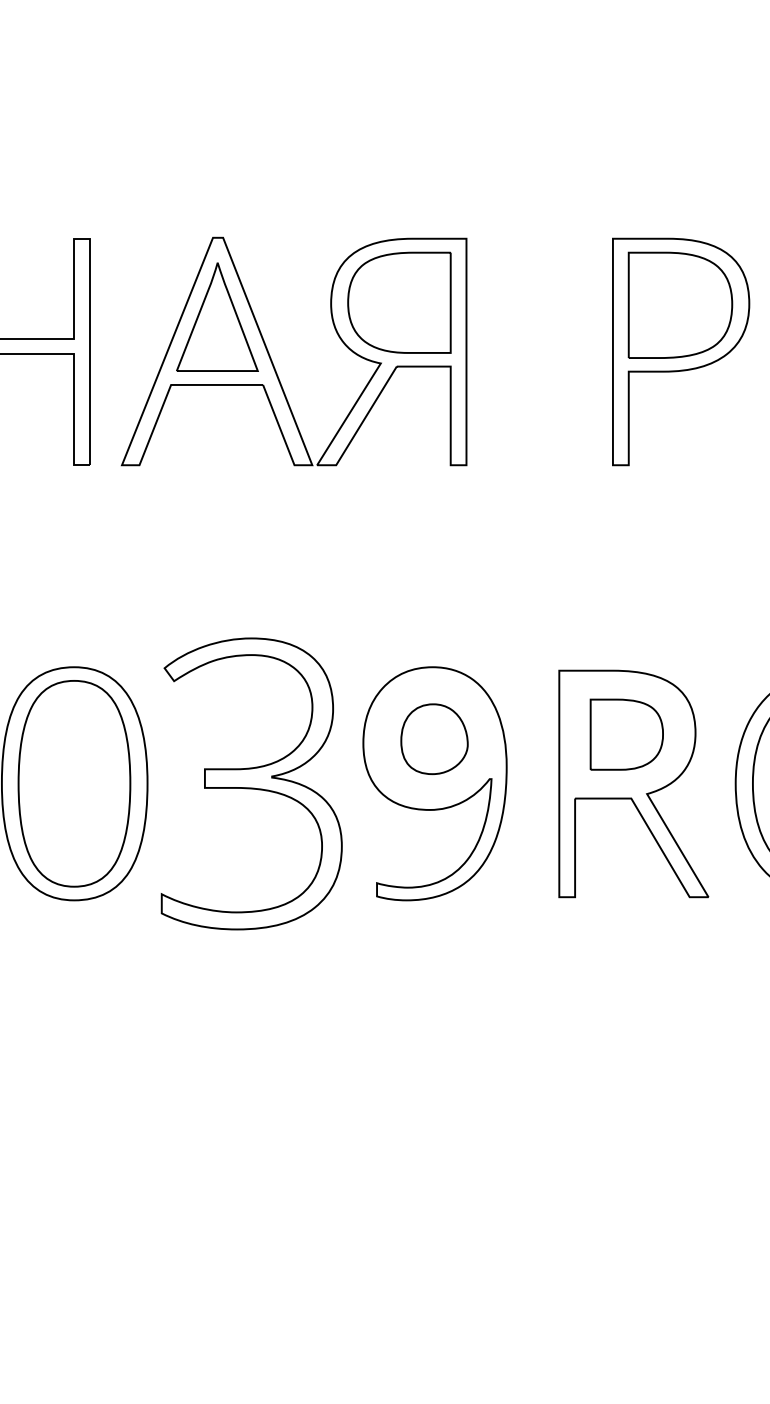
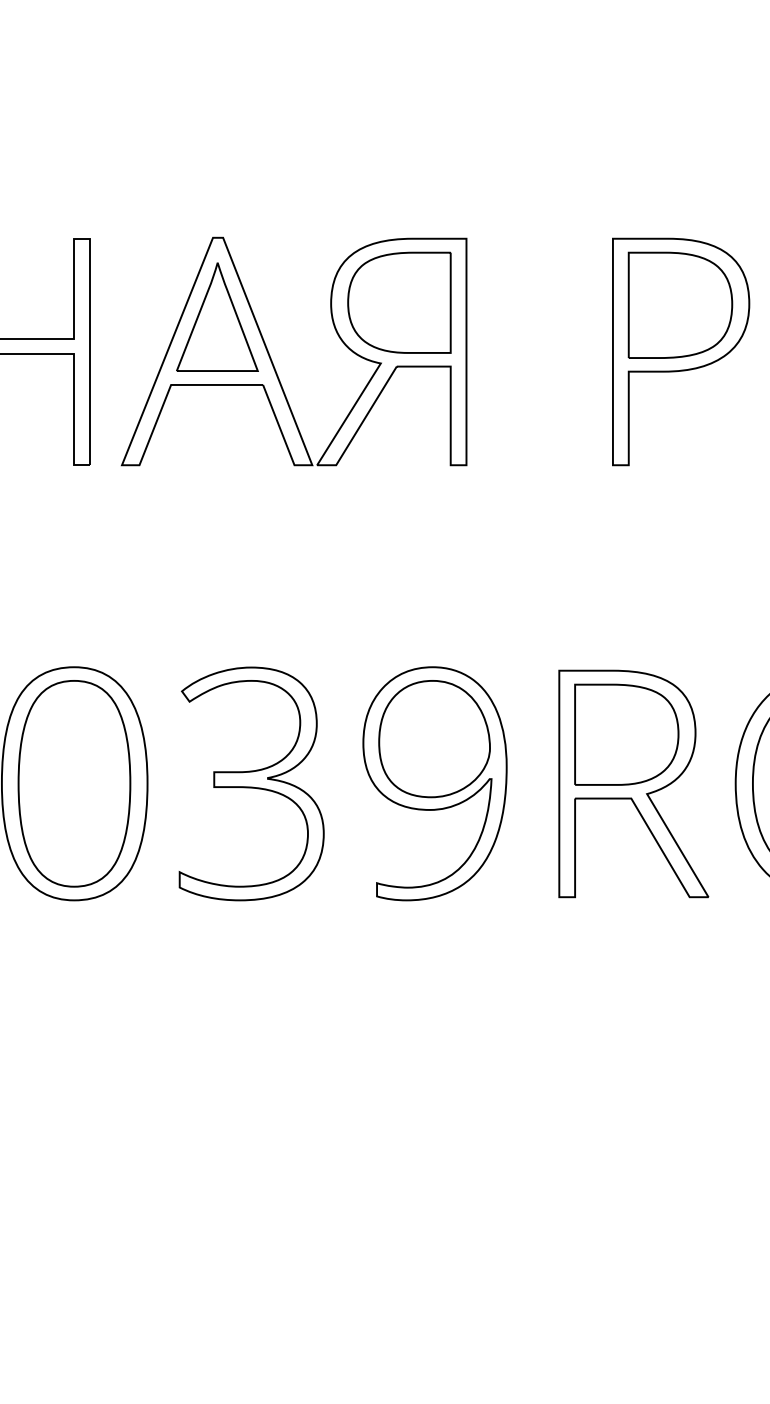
part at (626, 734) size: 75x73 px -> 106x103 px
part at (434, 739) size: 69x73 px -> 113x119 px
part at (251, 783) size: 183x294 px -> 147x236 px
